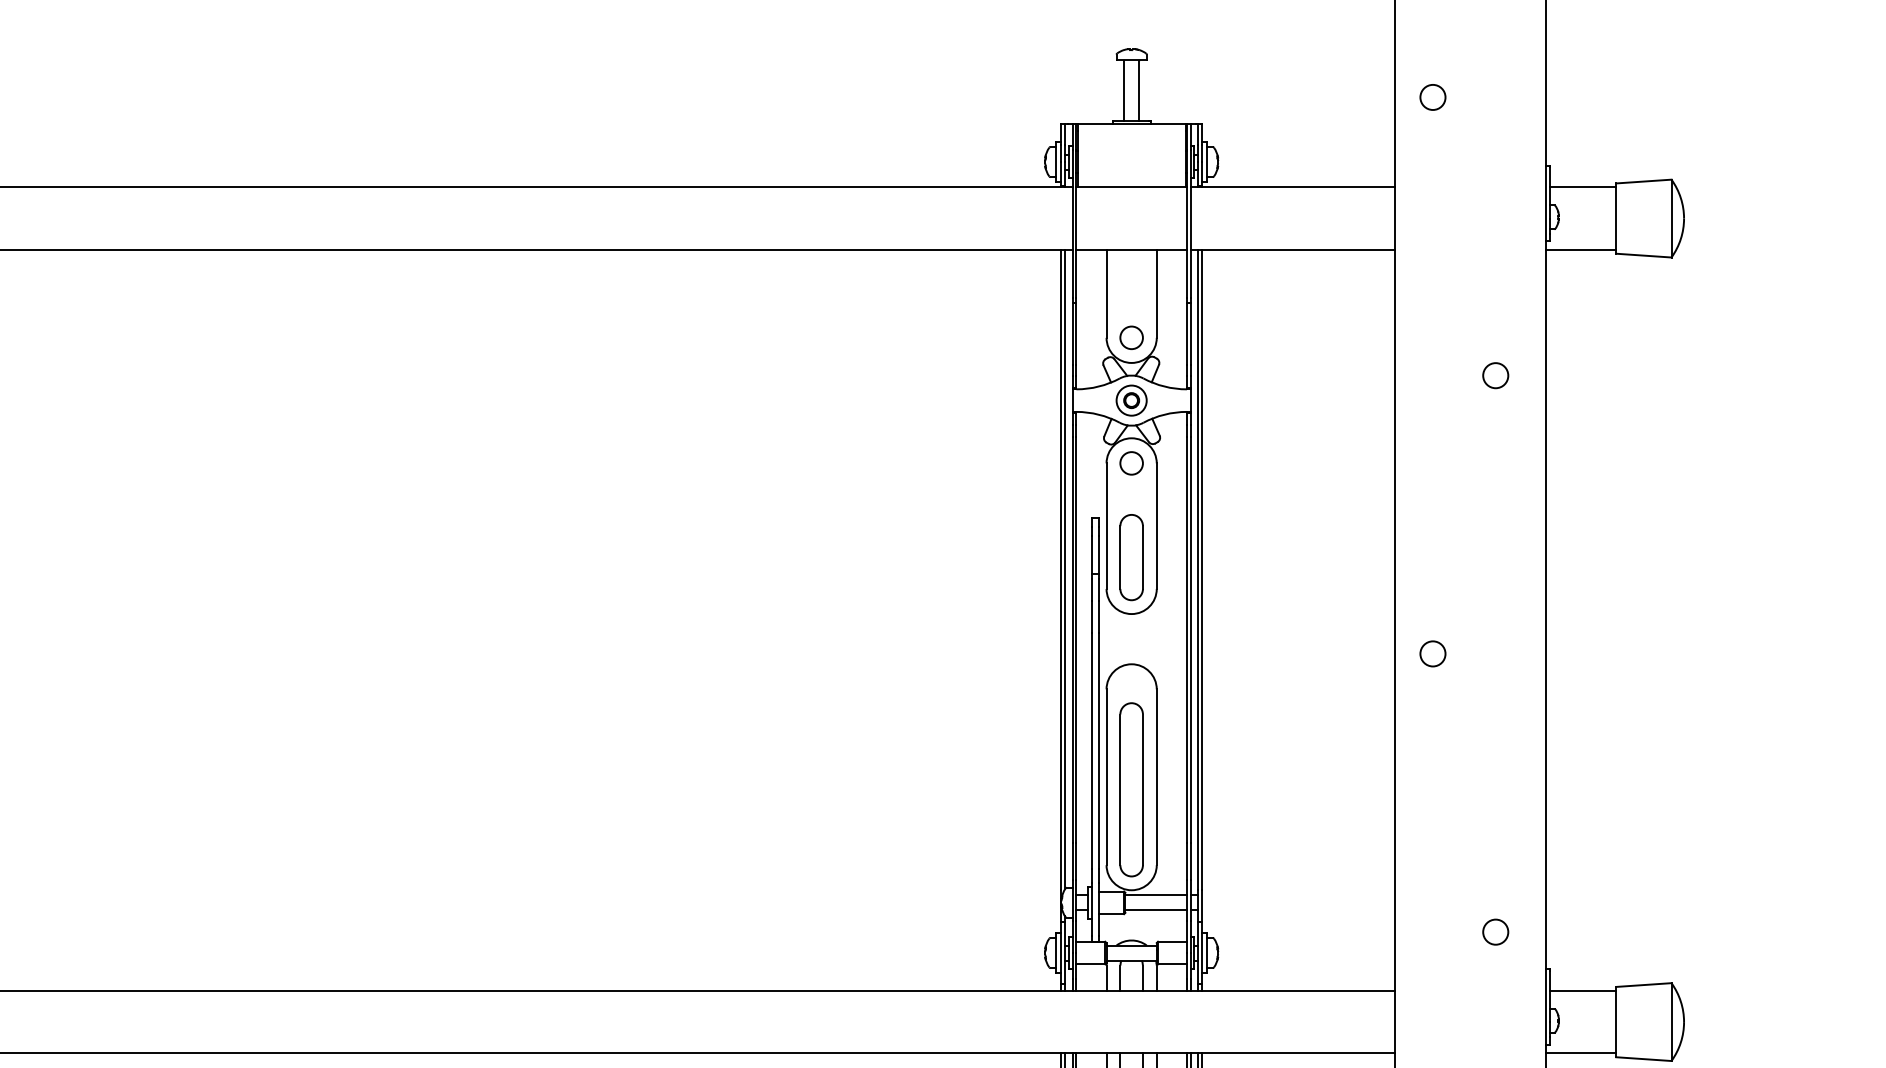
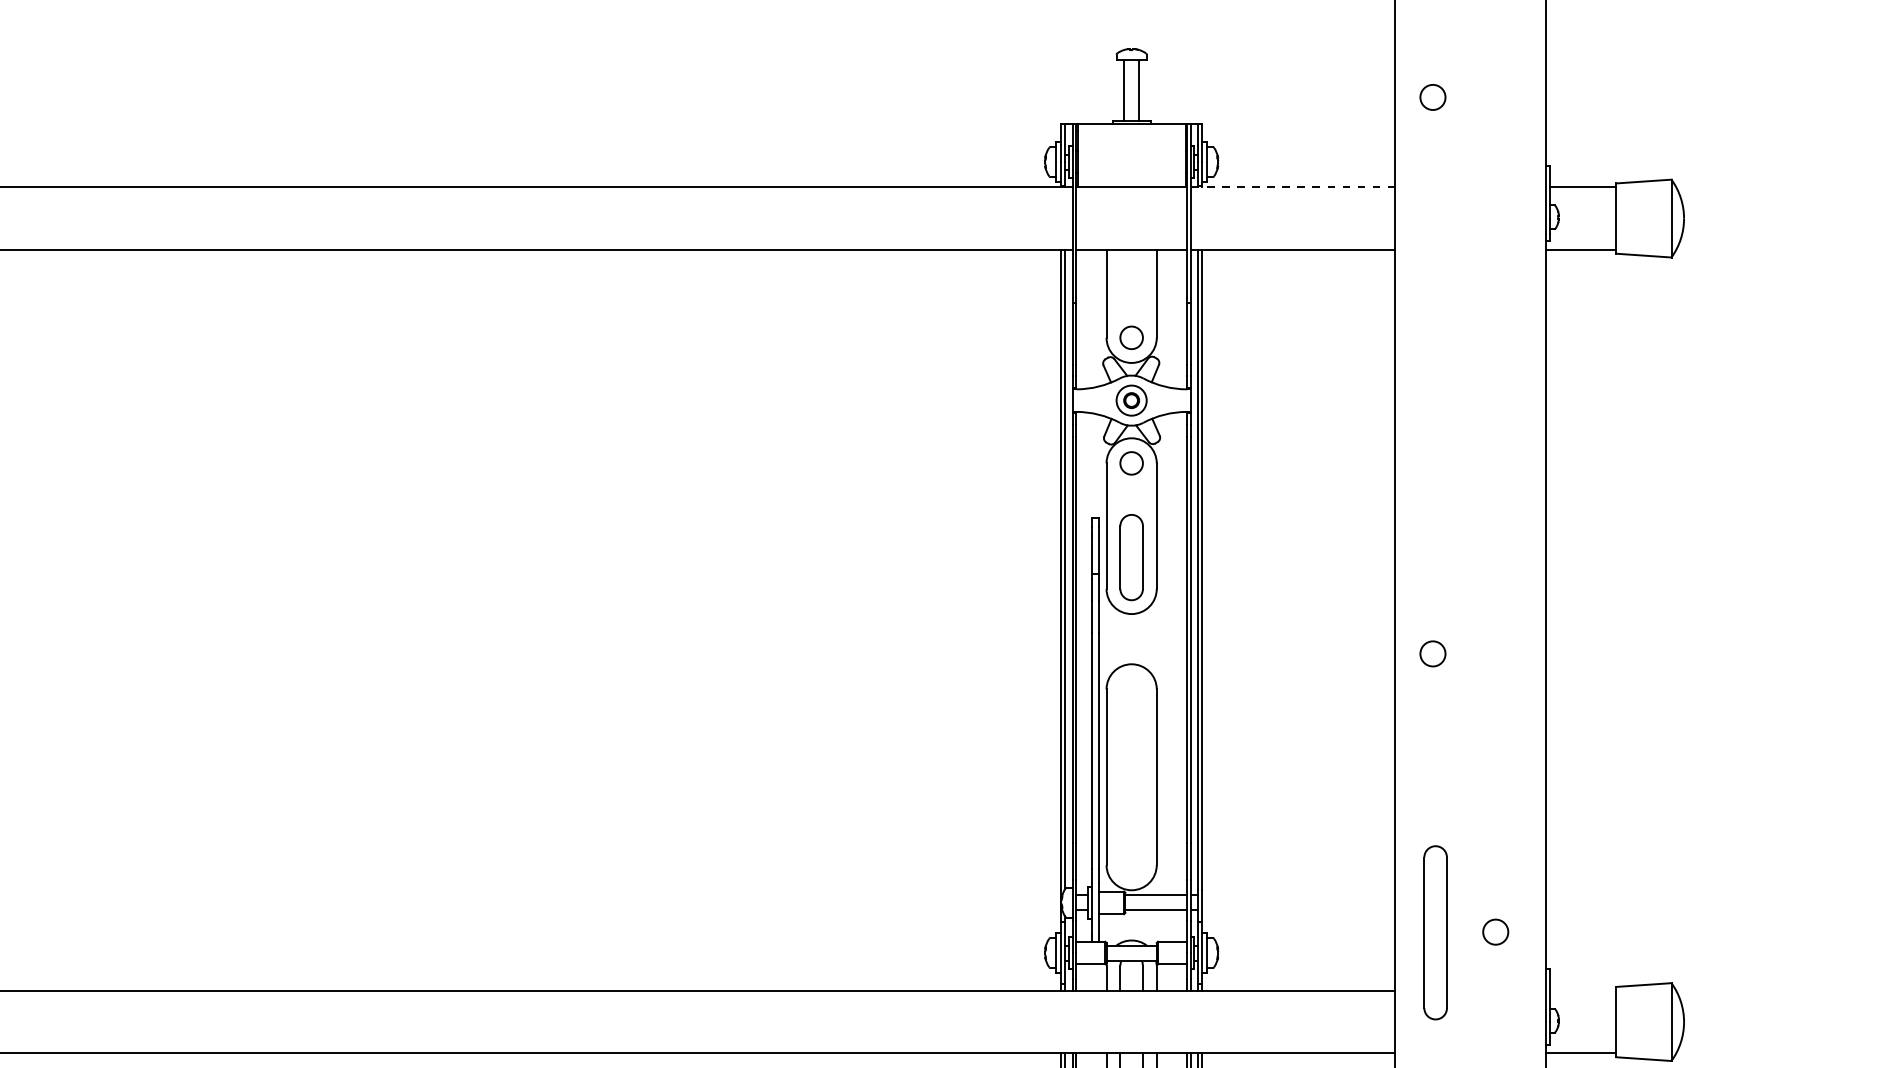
line at (1292, 187): solid -> dashed
circle at (1495, 375): present -> none
part at (1131, 789) position: (1131, 789) -> (1435, 932)
line at (1582, 990): present -> none
